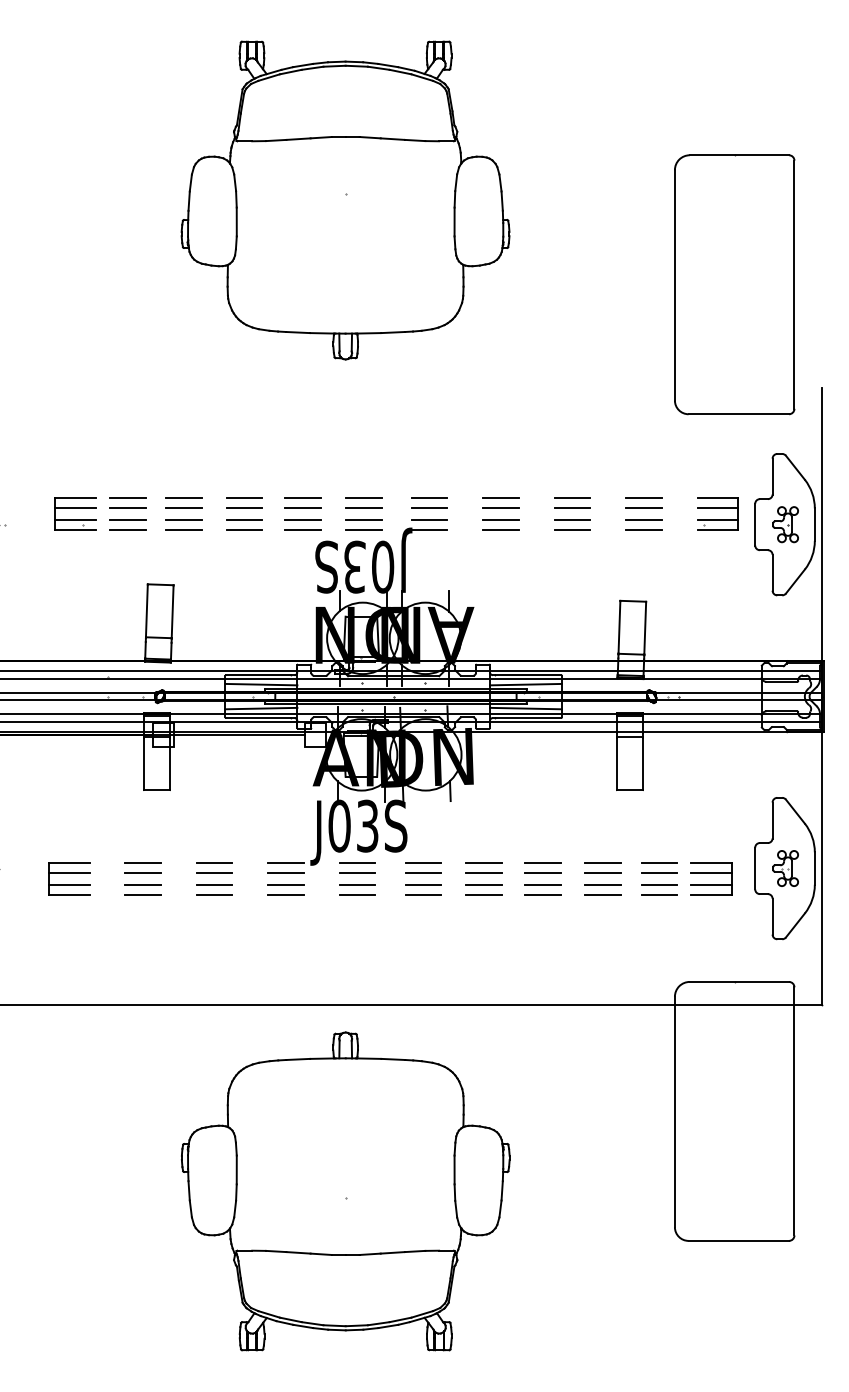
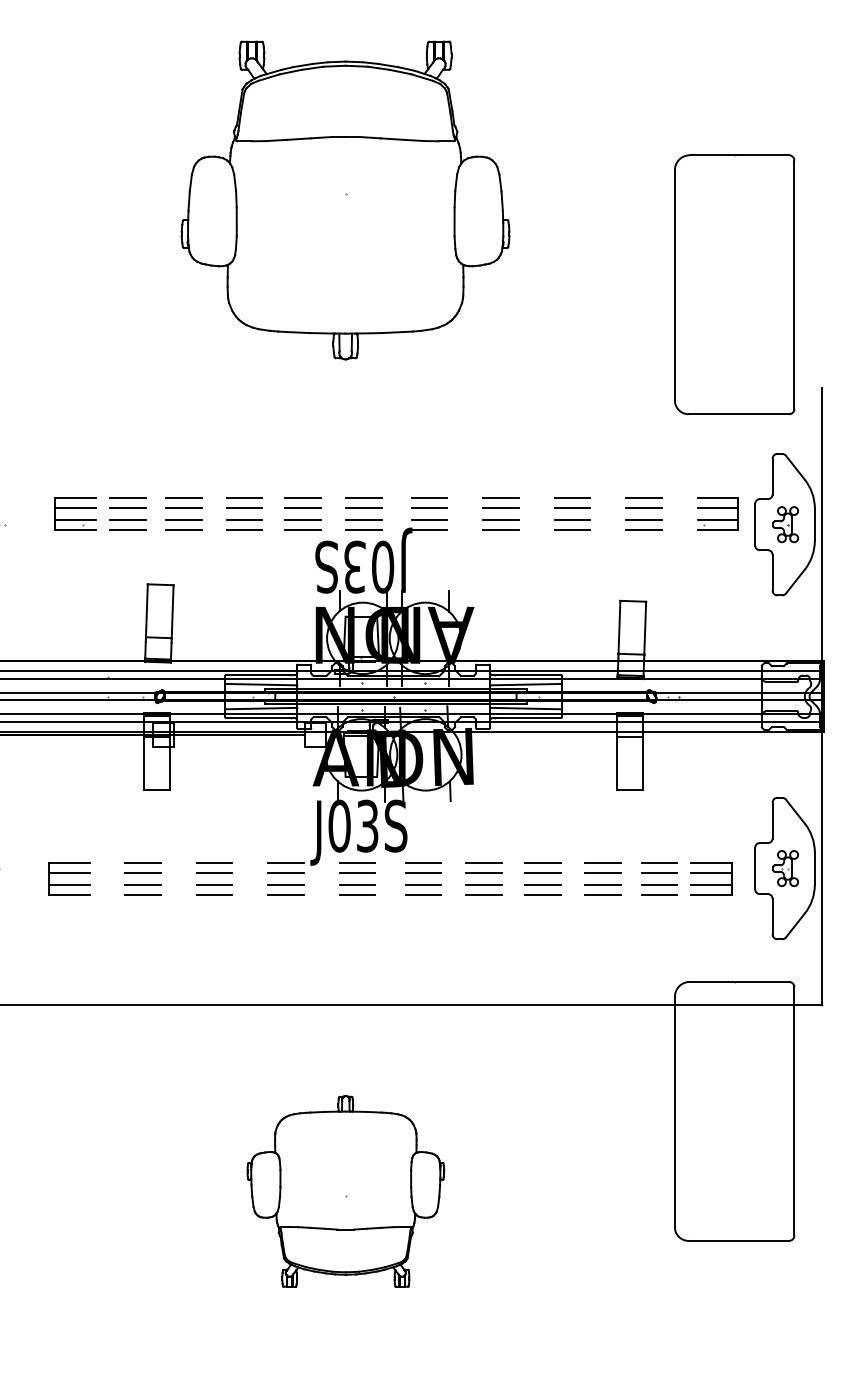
part at (345, 1191) size: 330x321 px -> 200x193 px
